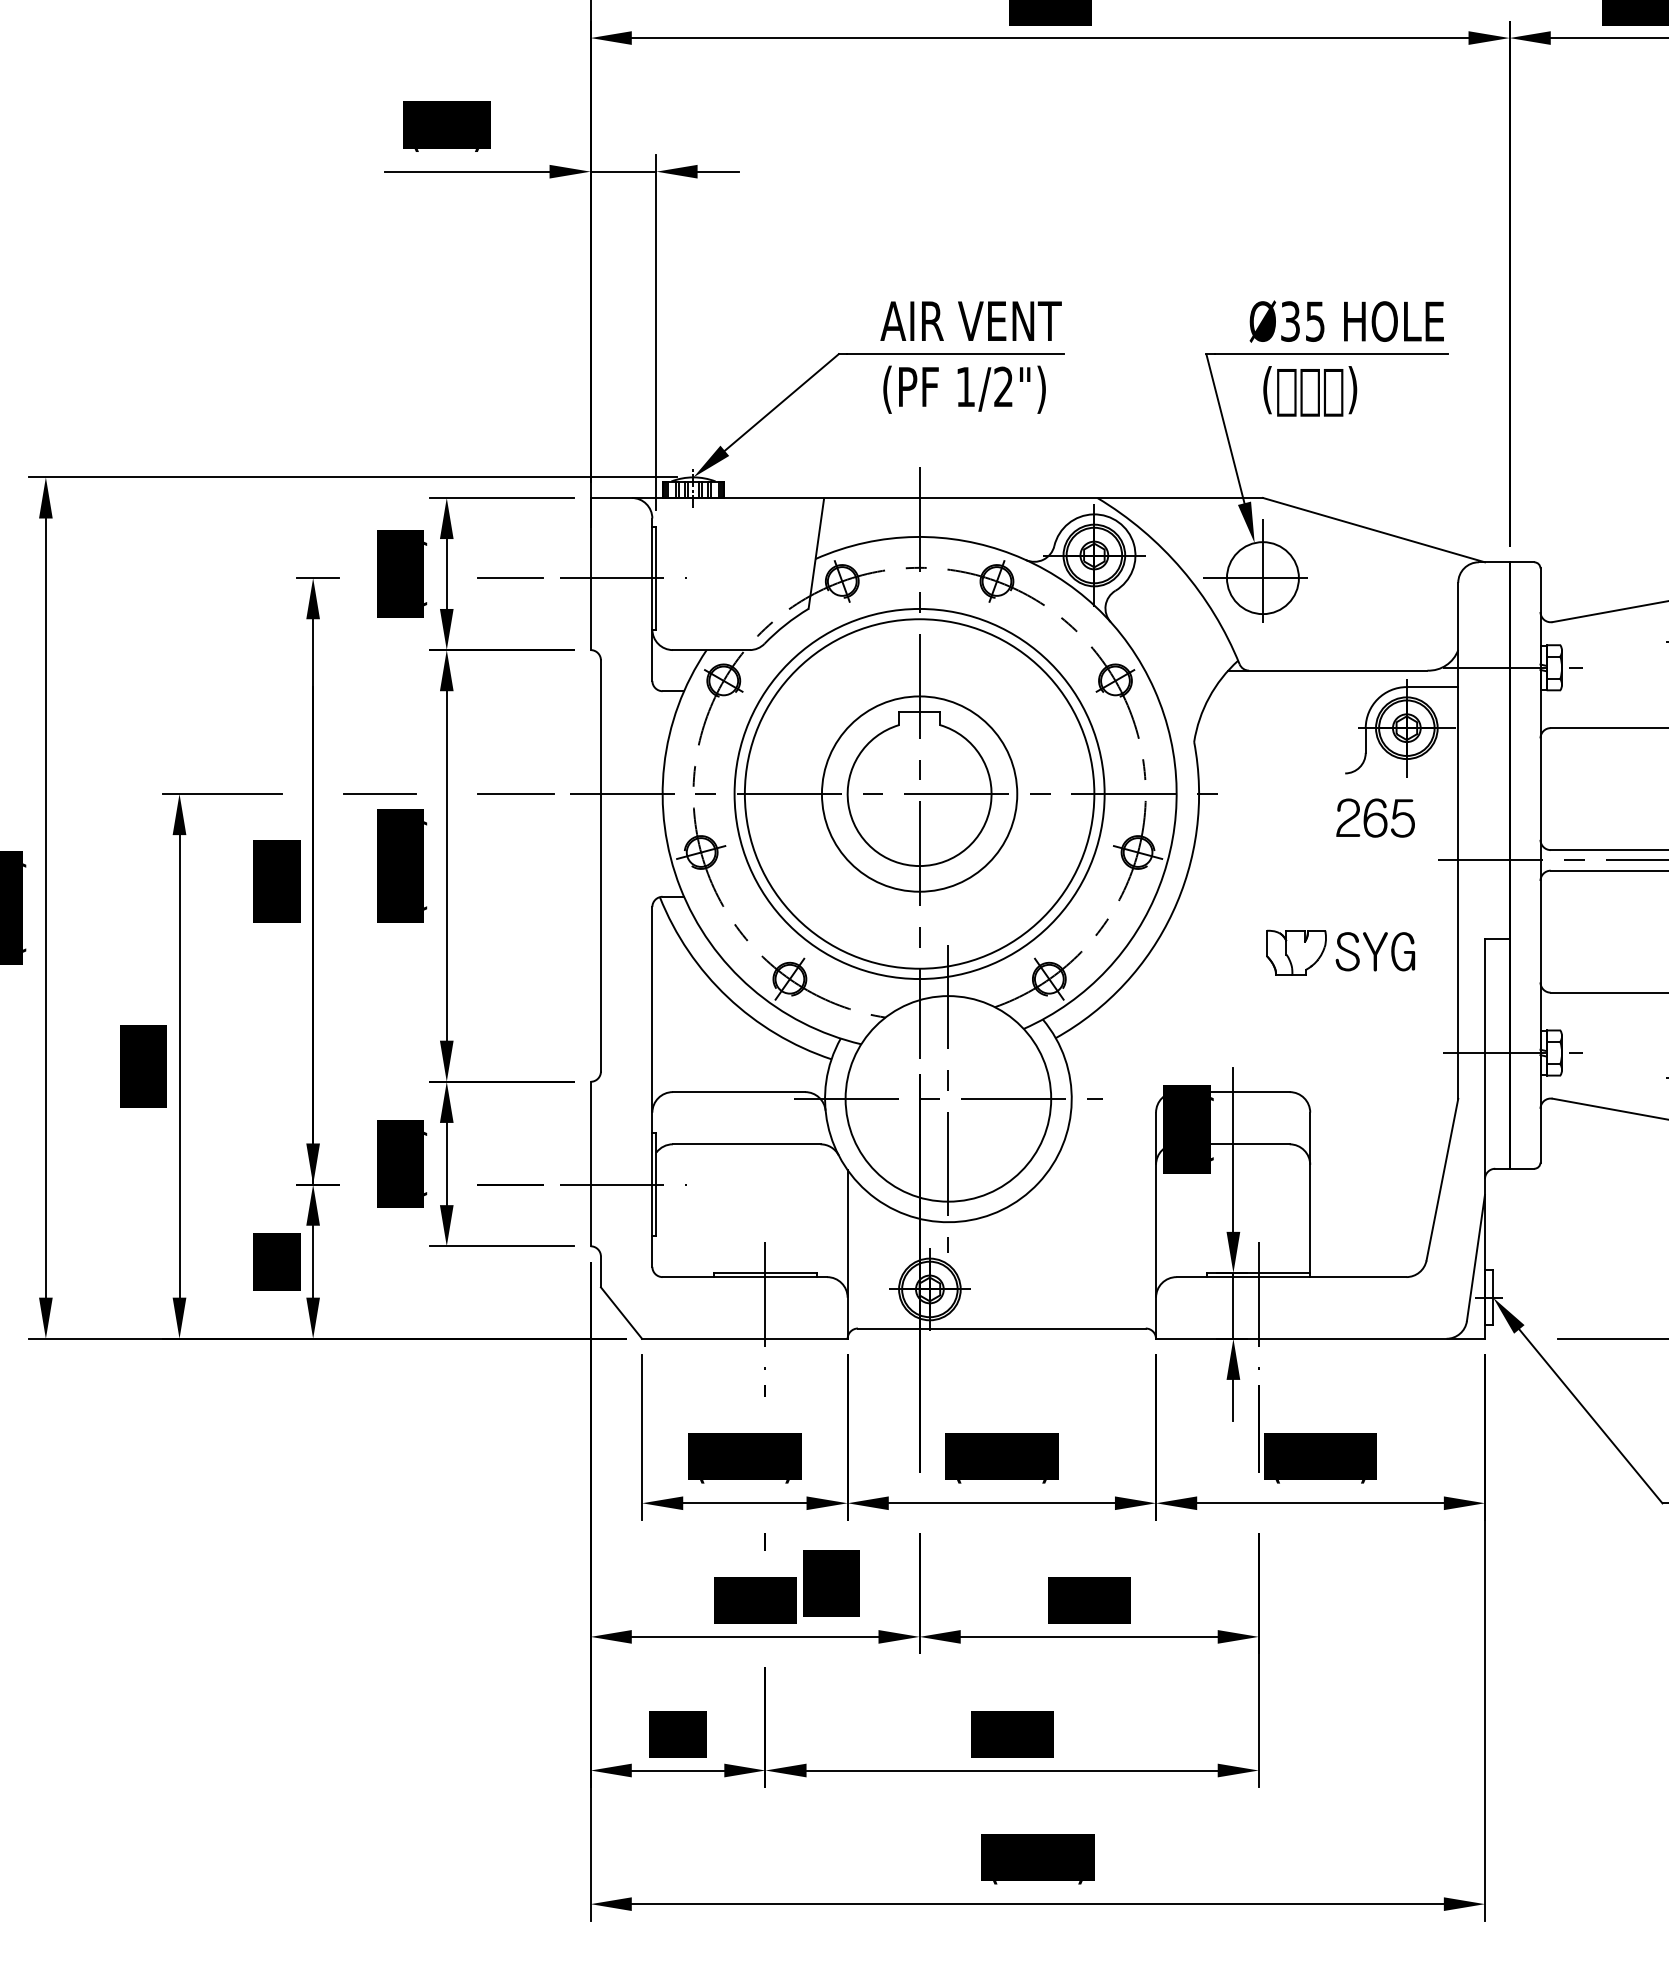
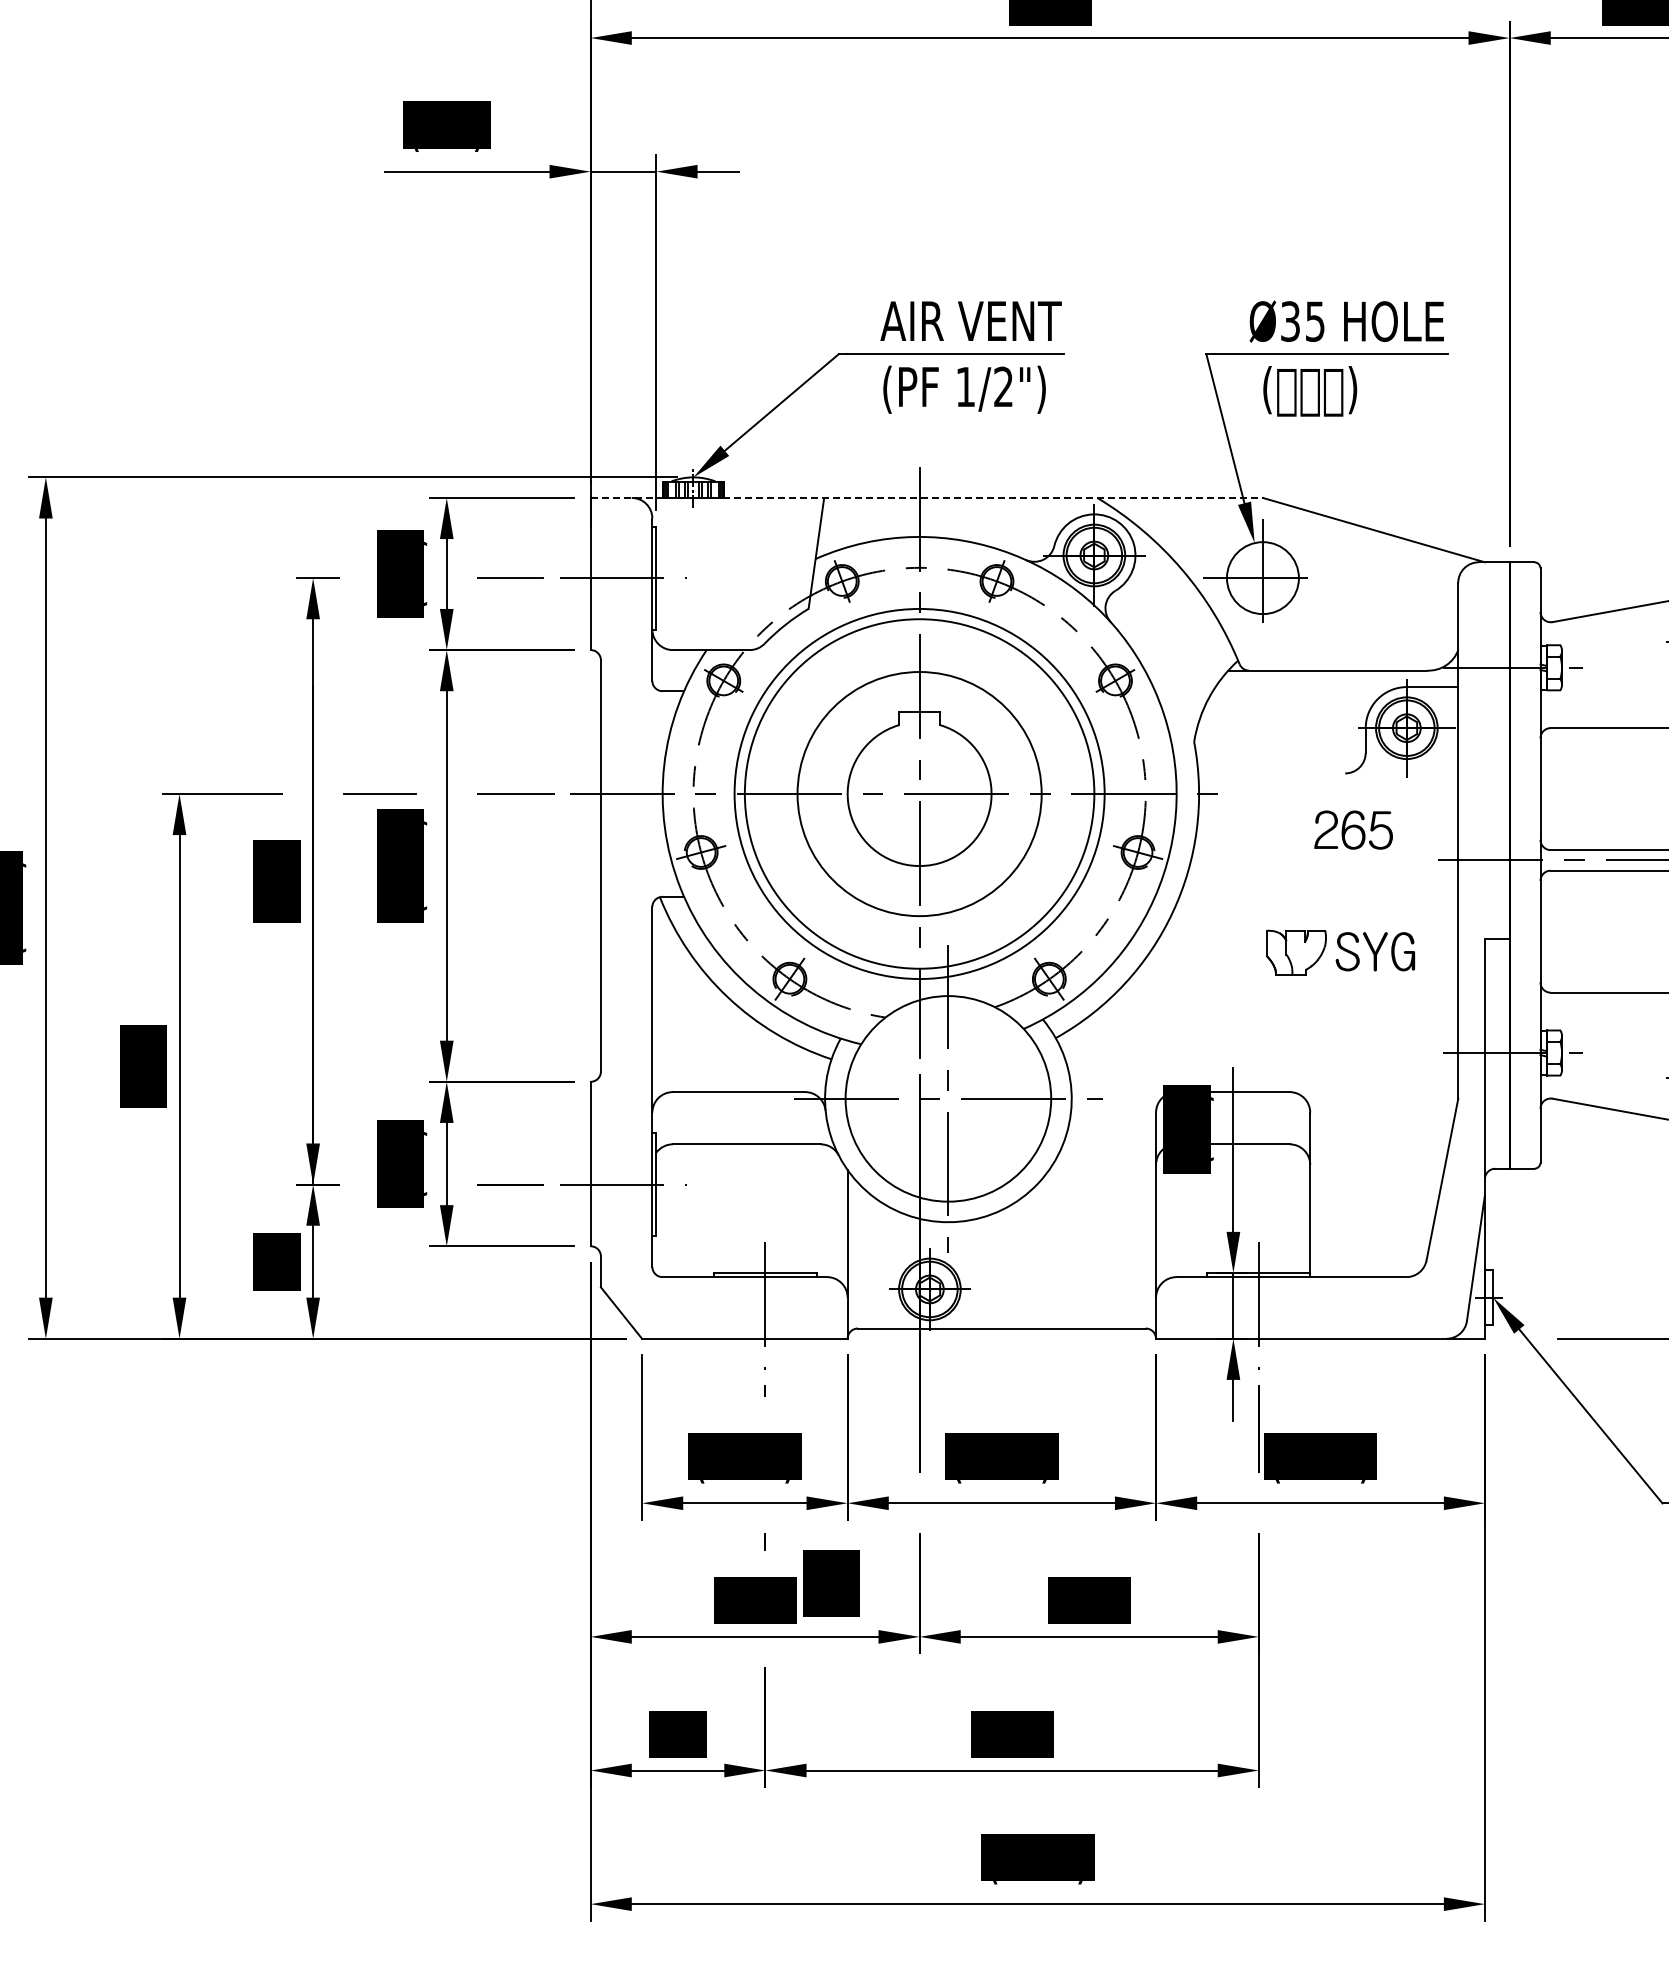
line at (927, 497): solid -> dashed
circle at (919, 793) diameter: 195 px -> 244 px
text at (1375, 817) position: (1375, 817) -> (1353, 829)
